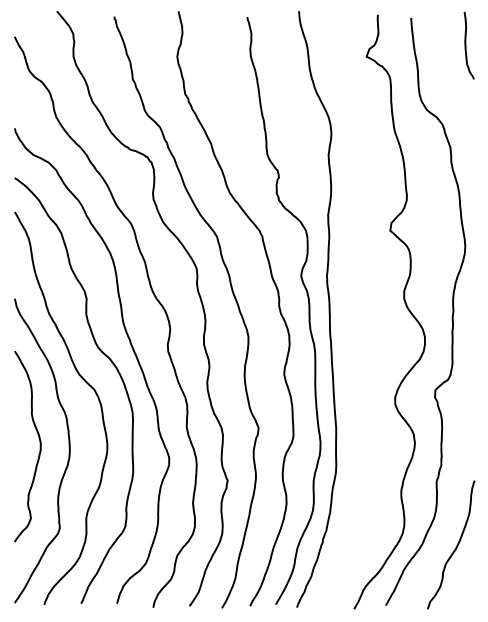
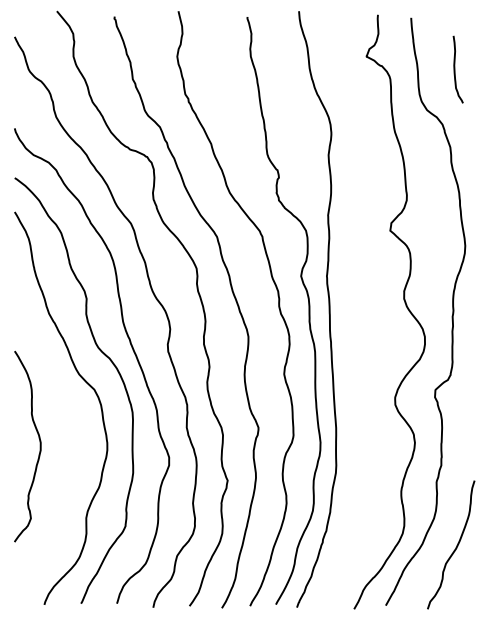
curve at (466, 45) position: (466, 45) -> (455, 69)
curve at (68, 451): present -> none
